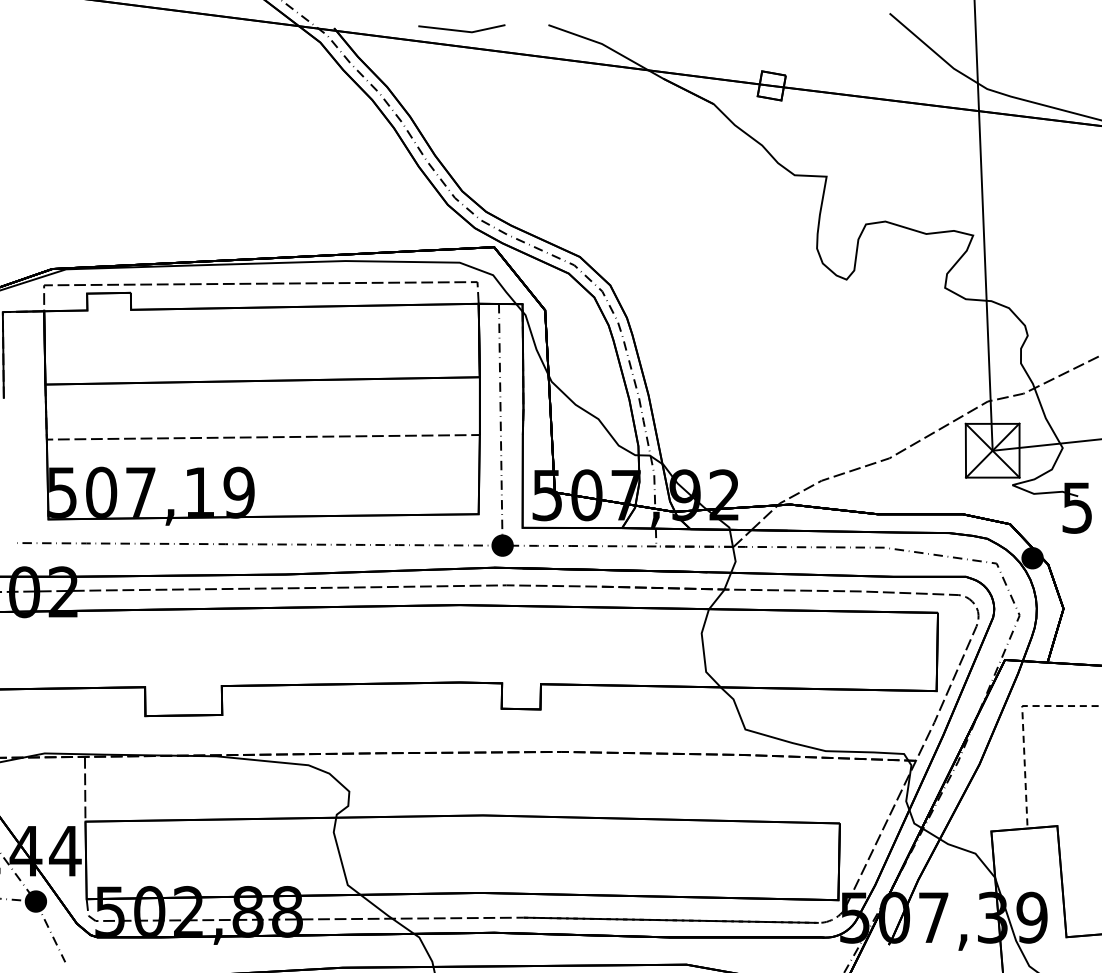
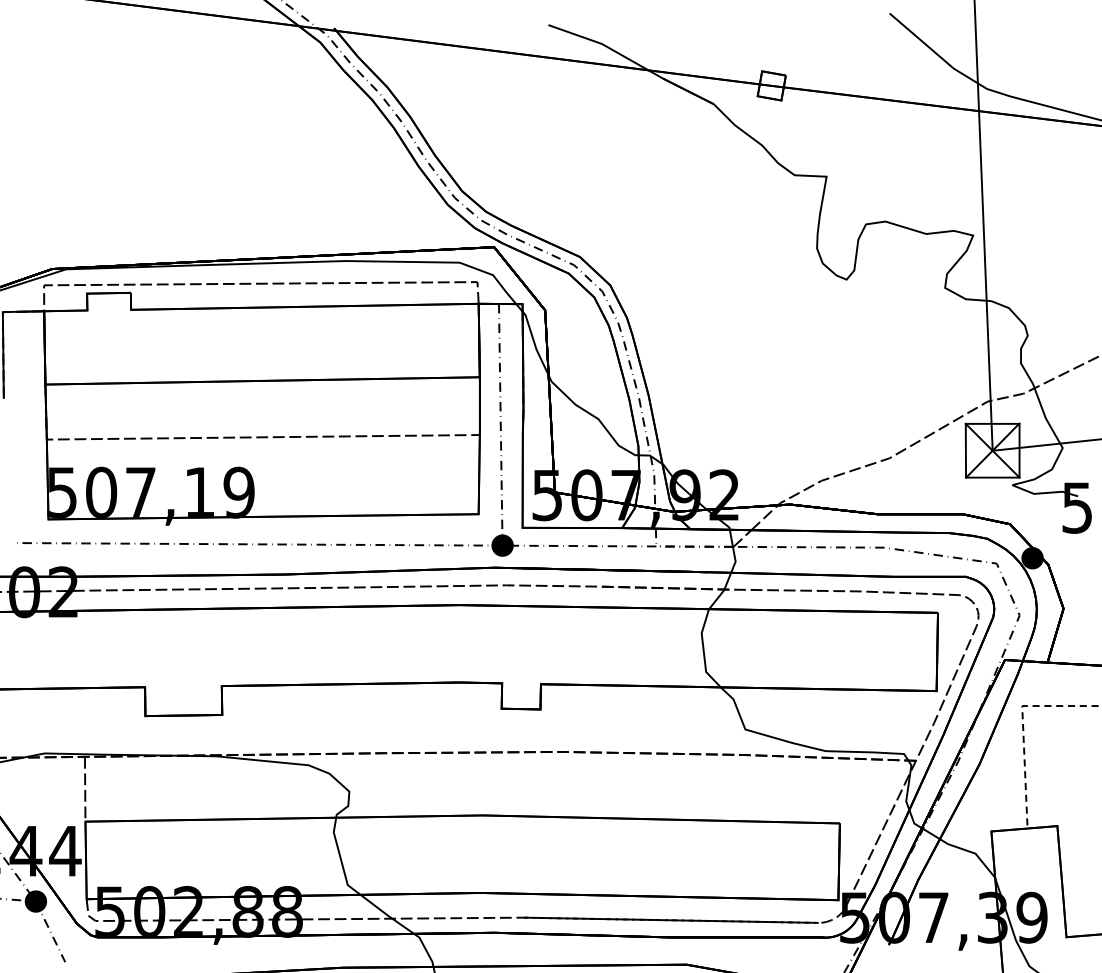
line at (461, 30): present -> none
